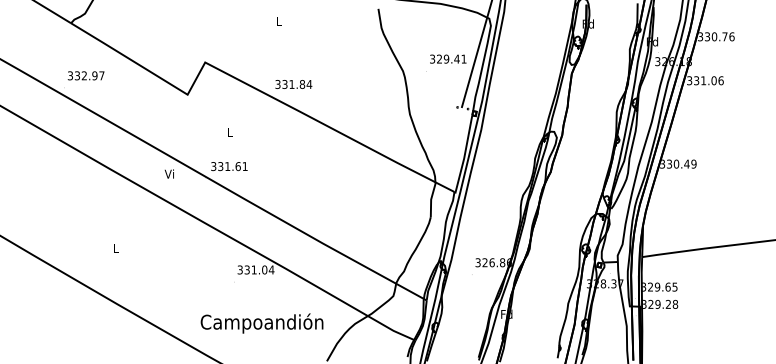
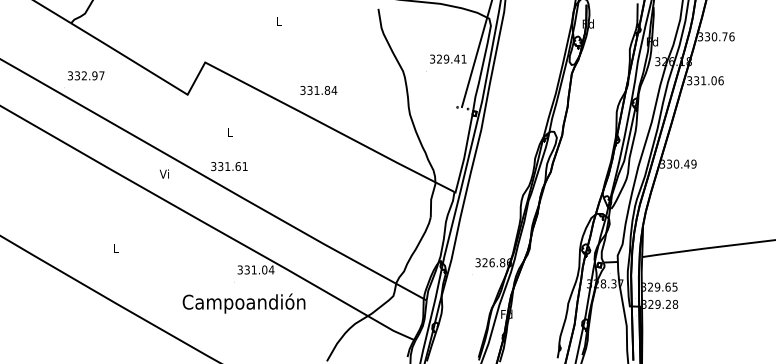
text at (293, 84) position: (293, 84) -> (318, 90)
text at (168, 173) position: (168, 173) -> (163, 173)
text at (261, 323) position: (261, 323) -> (243, 303)
